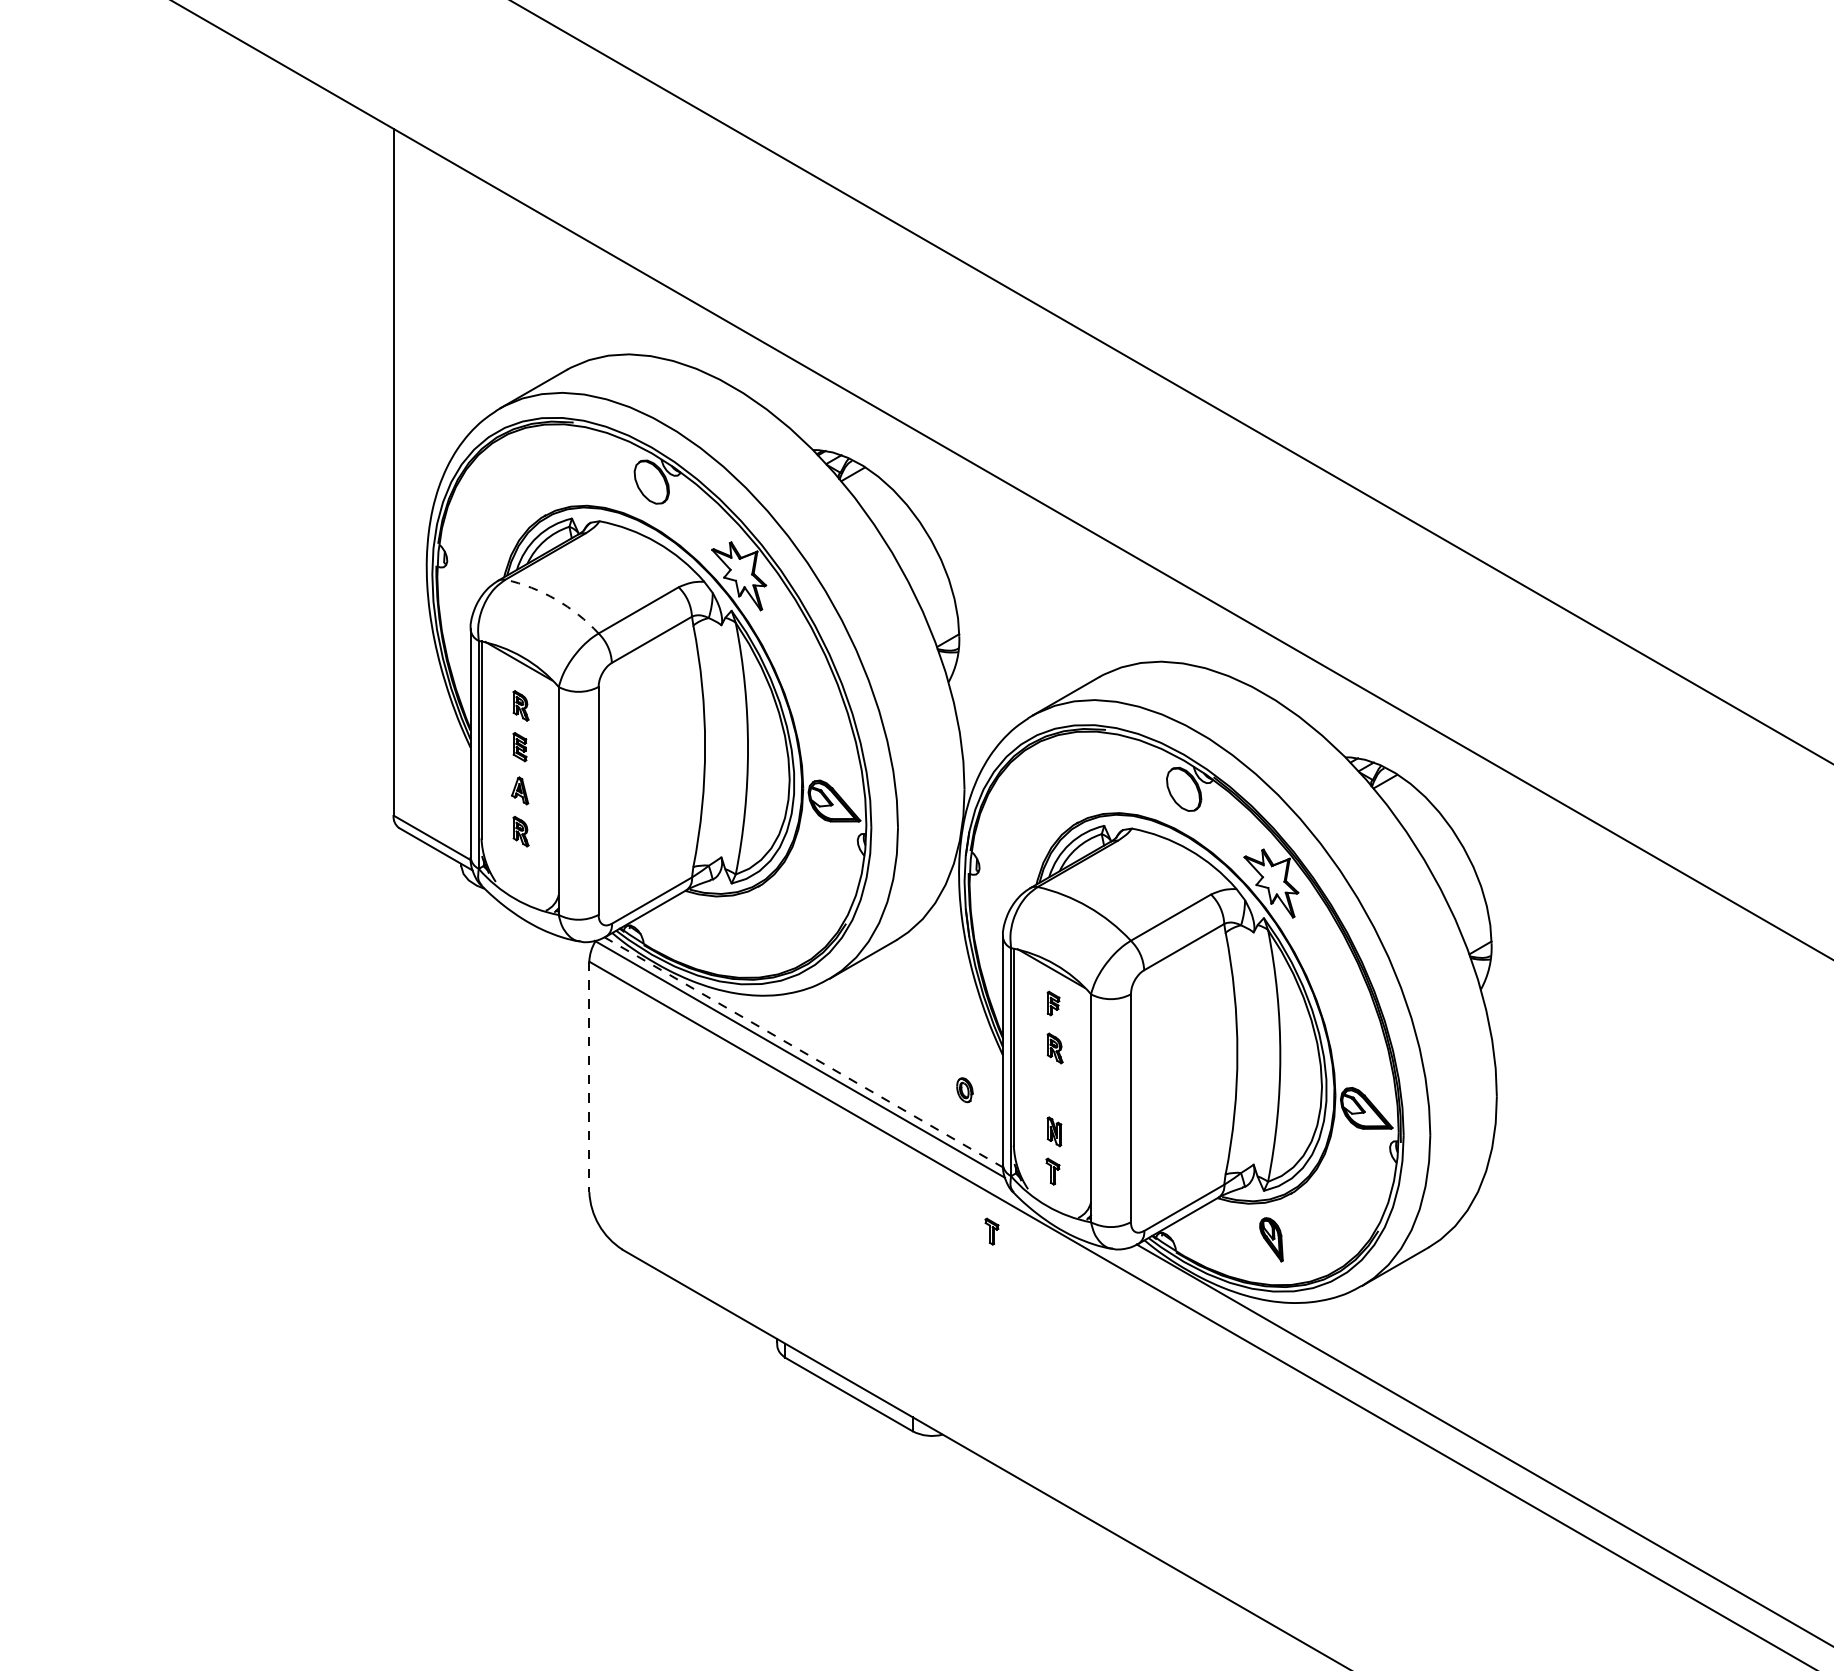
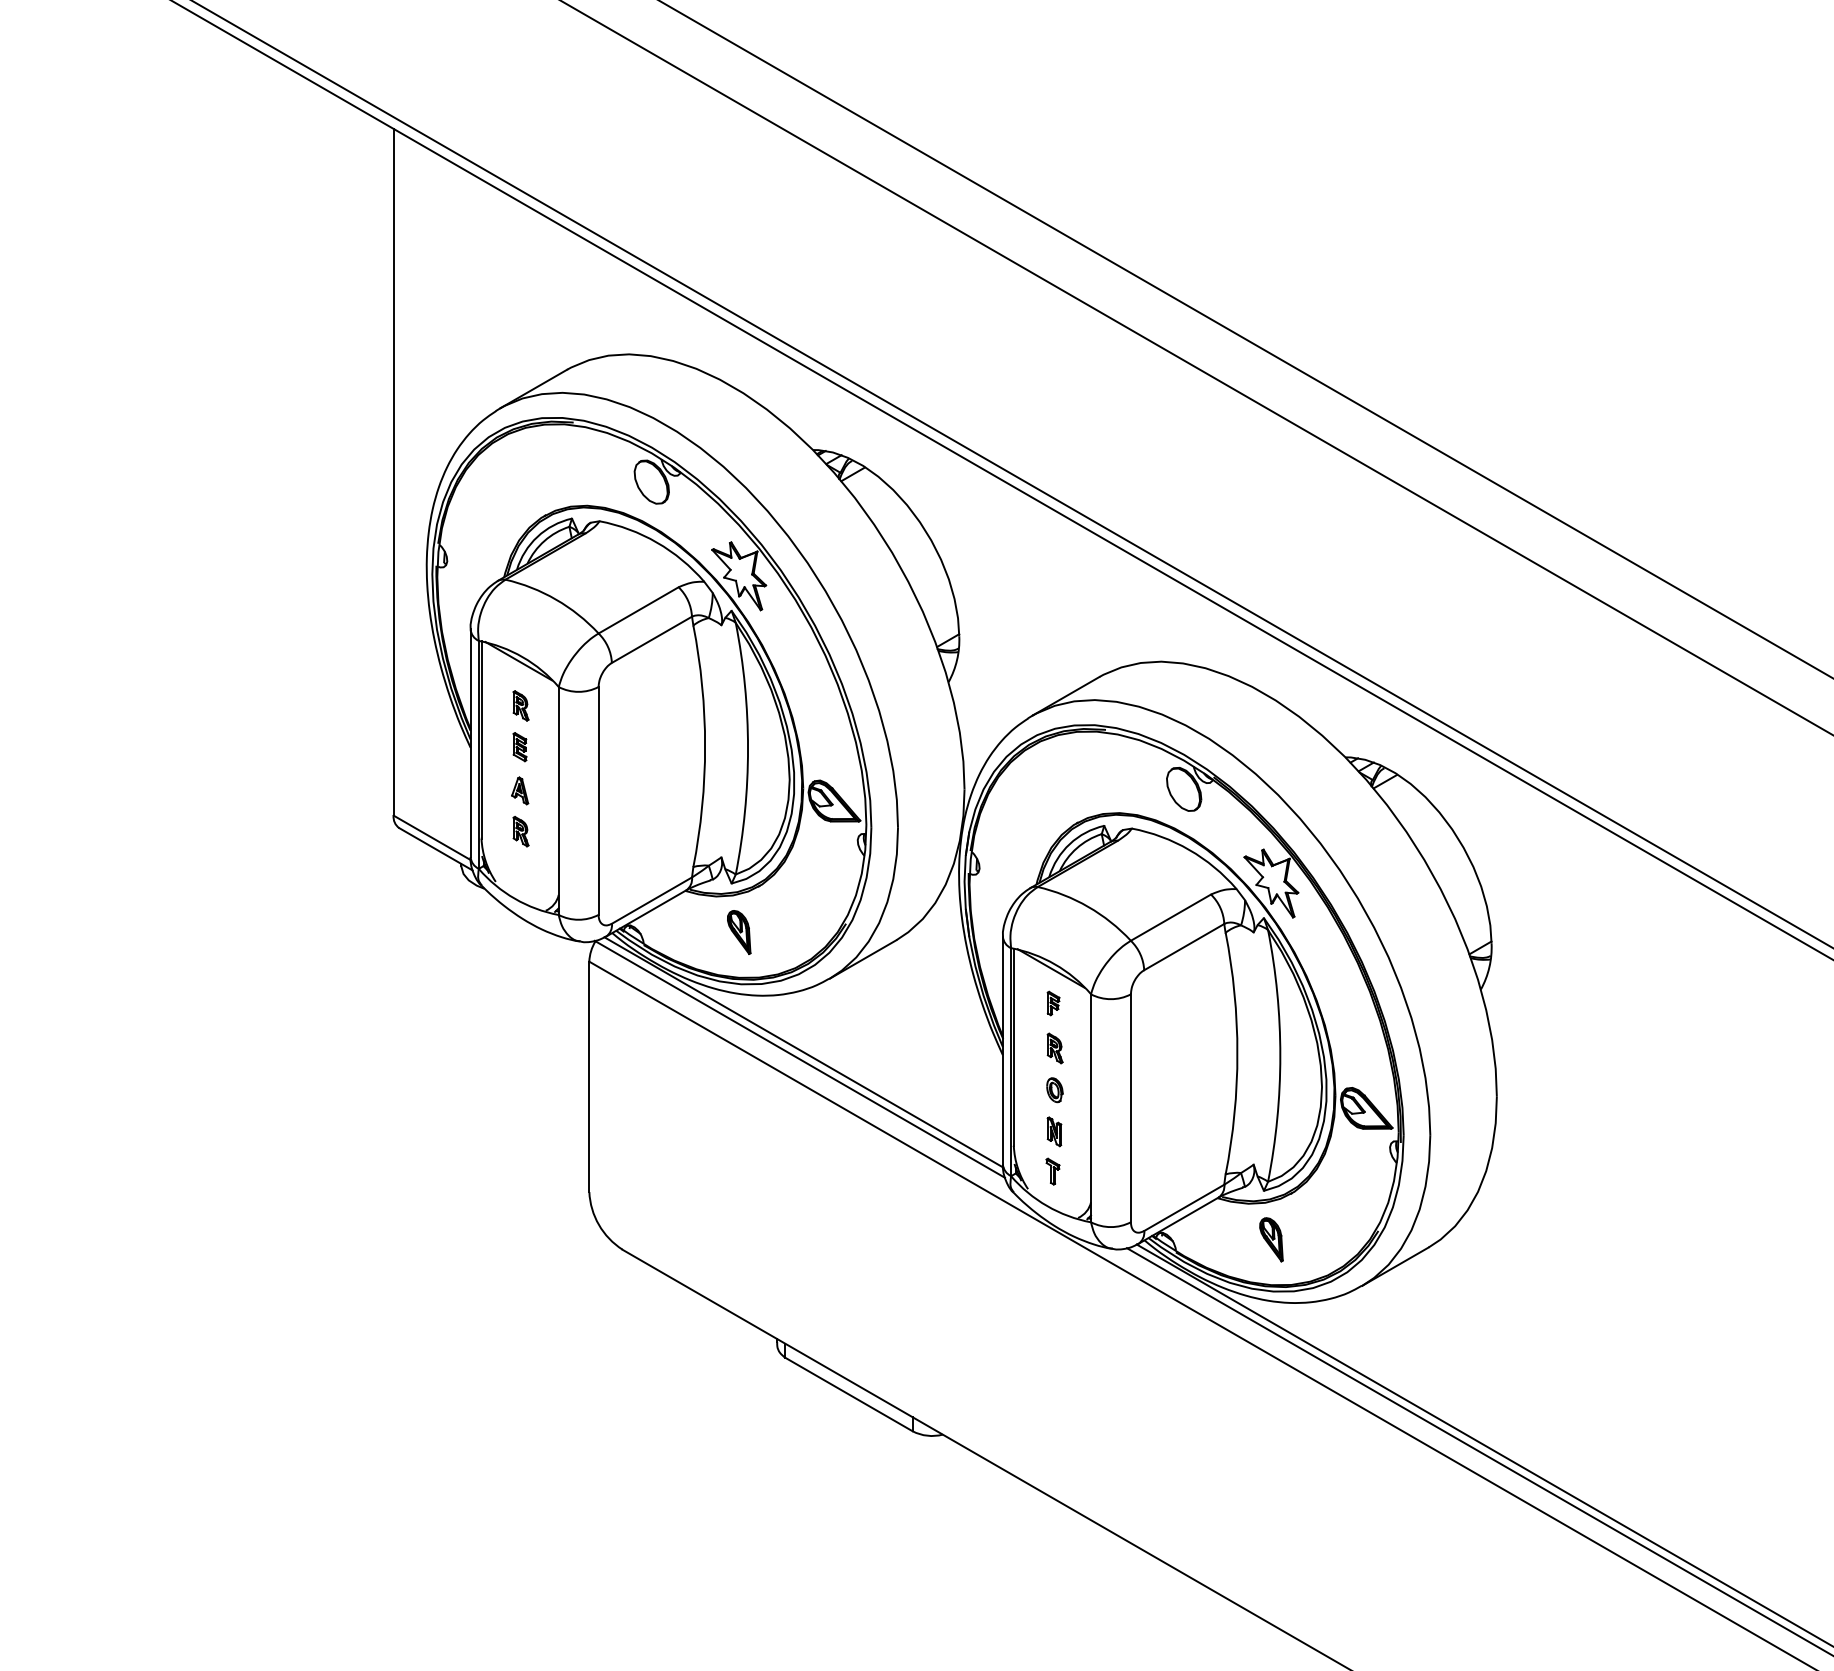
line at (1245, 339): none -> present
line at (1171, 382) position: (1171, 382) -> (1196, 367)
line at (1012, 474): none -> present
arc at (556, 599): dashed -> solid
part at (739, 932): none -> present
line at (804, 1052): dashed -> solid
line at (589, 1077): dashed -> solid
part at (964, 1090) position: (964, 1090) -> (1054, 1090)
part at (991, 1231): present -> none
line at (1478, 1451): none -> present
